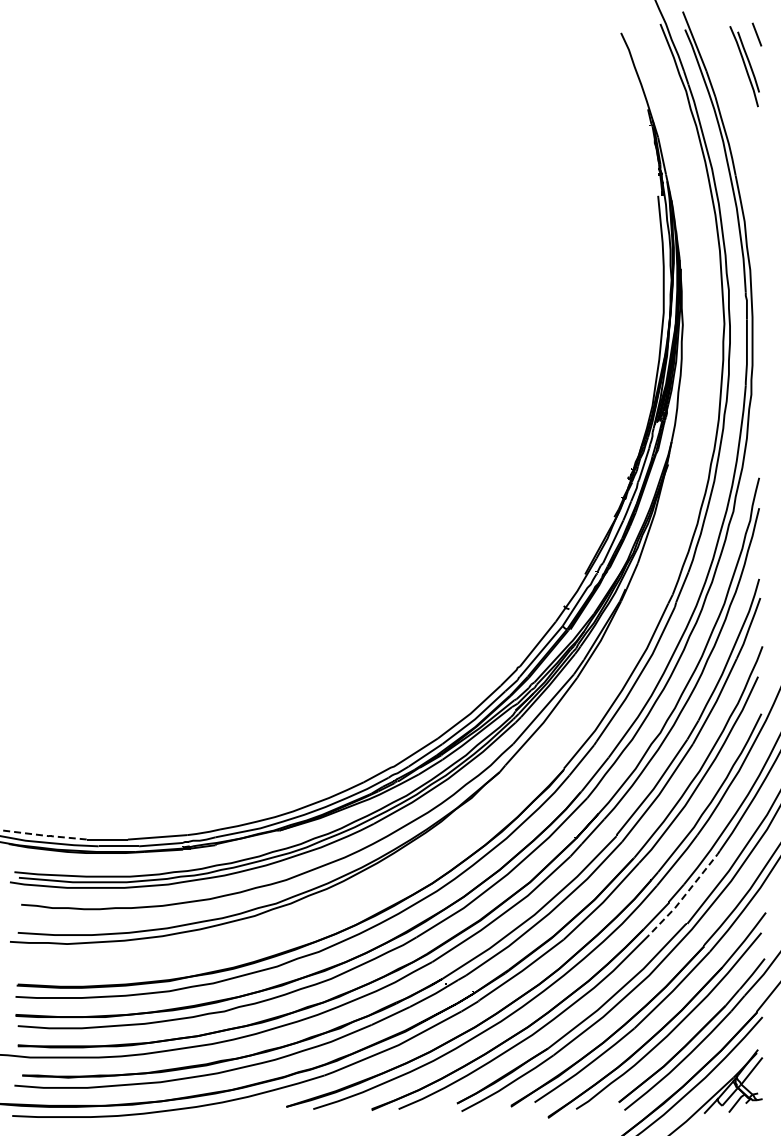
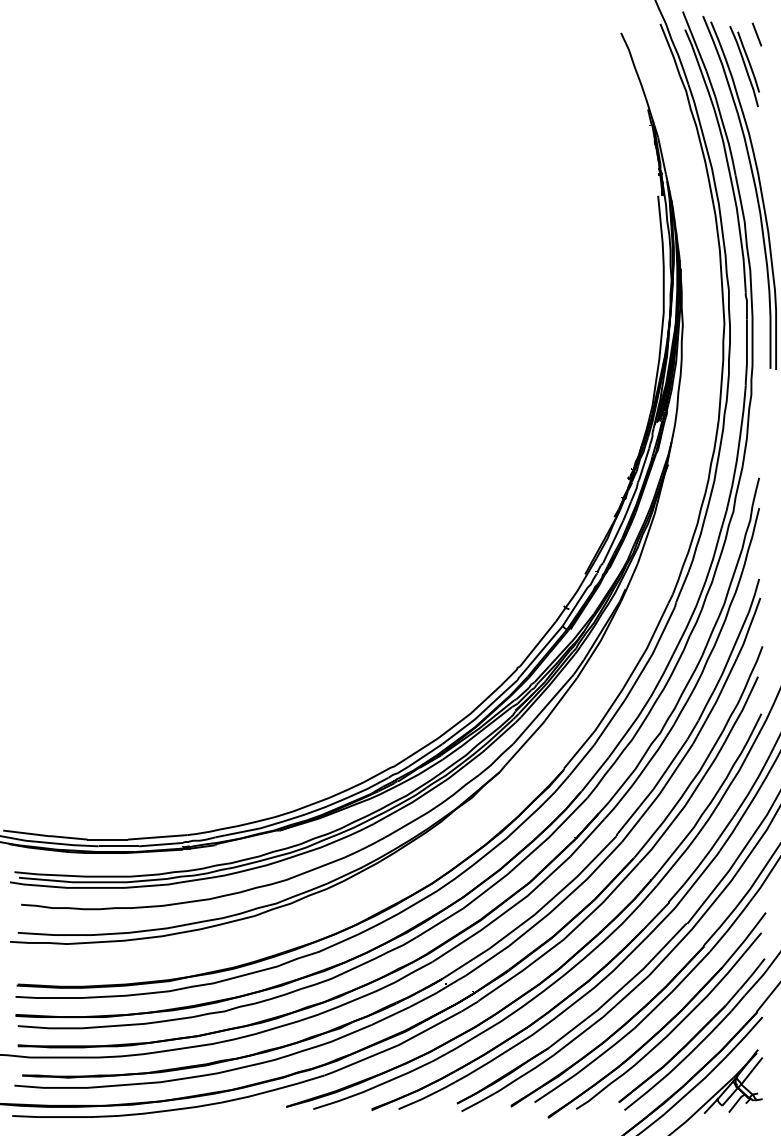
part at (754, 188): none -> present
line at (47, 835): dashed -> solid
line at (686, 894): dashed -> solid
